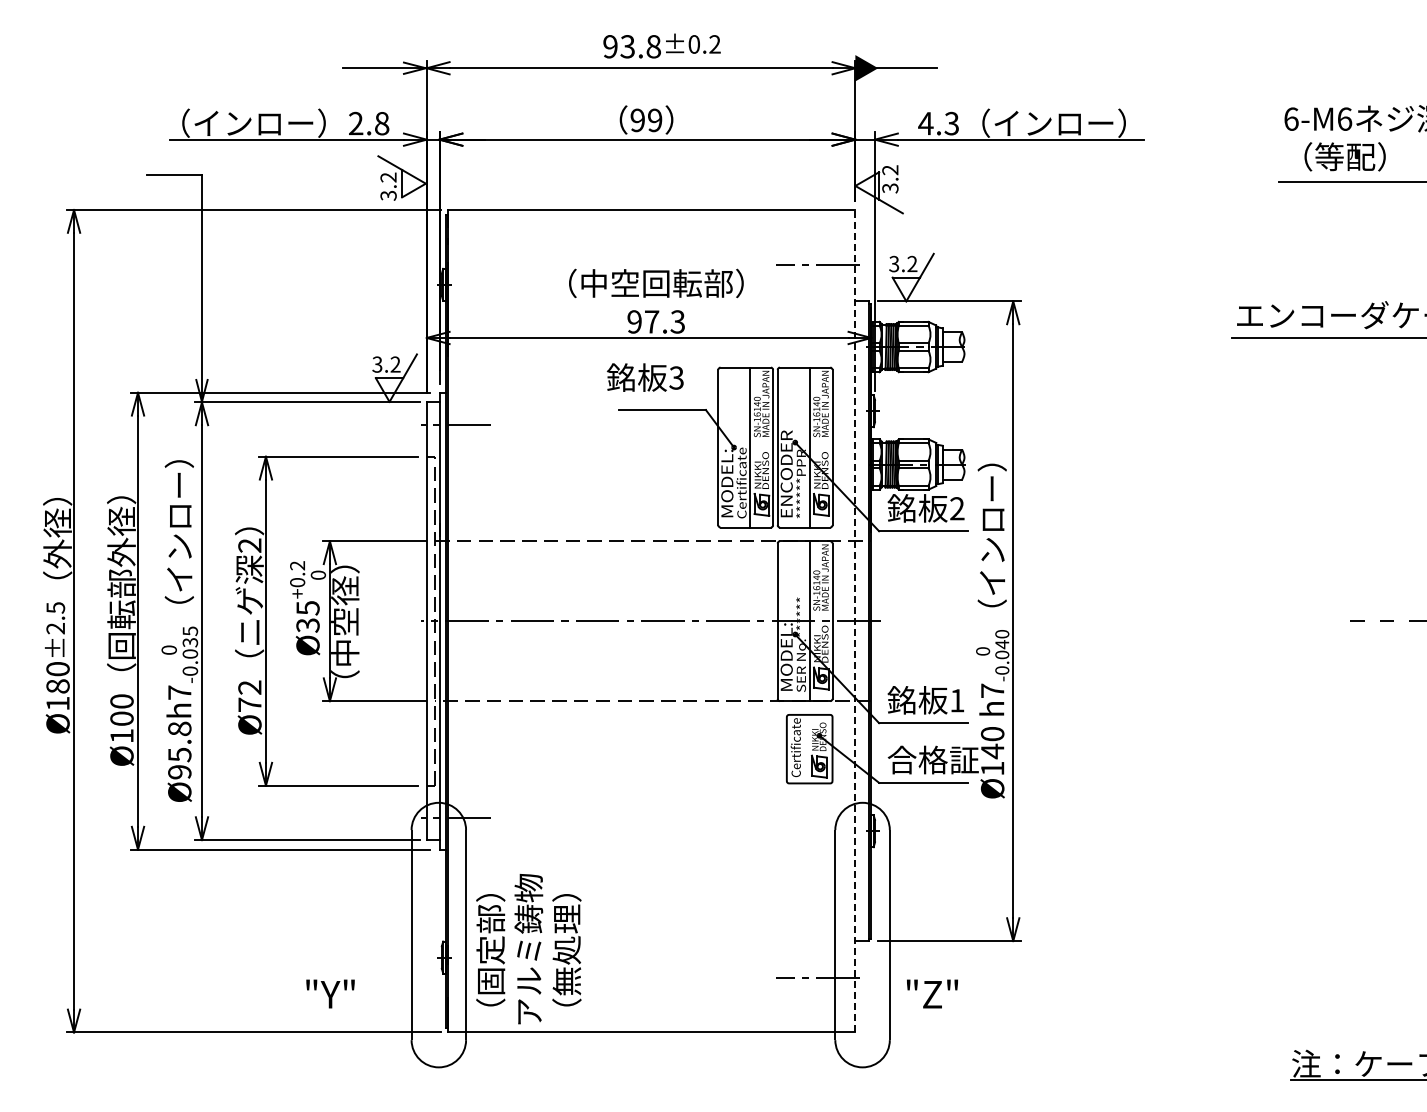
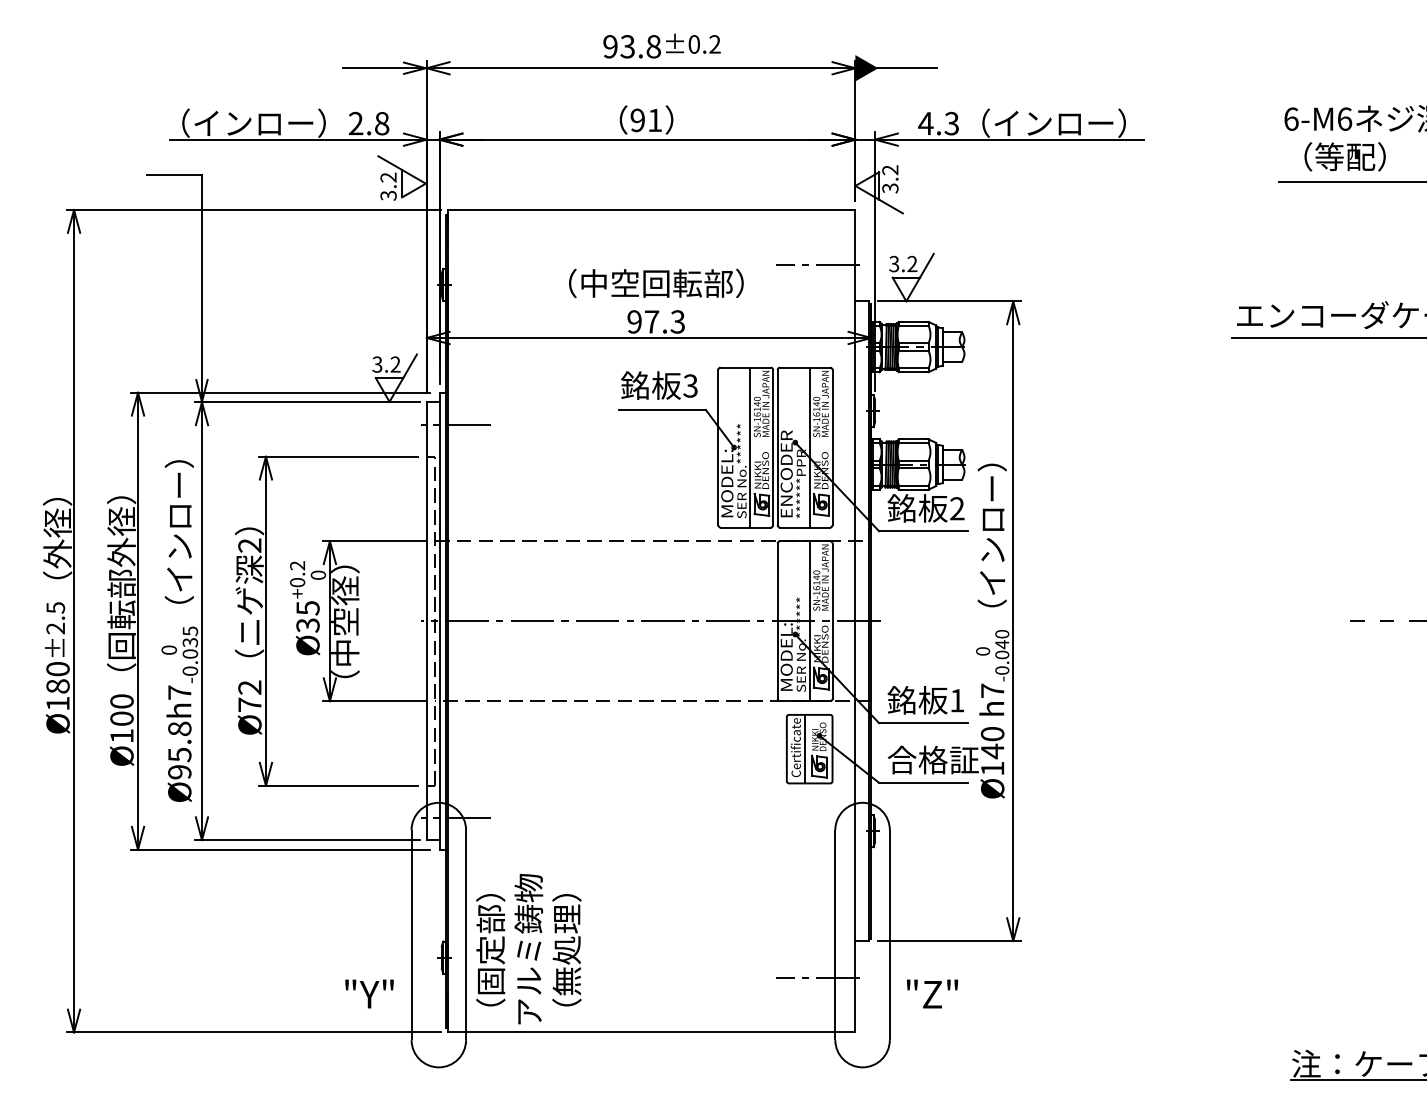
text at (655, 120): 99 -> 91
text at (644, 377) position: (644, 377) -> (658, 385)
text at (741, 471): Certificate -> SER No.******
line at (855, 620): dashed -> solid
line at (805, 748): none -> present
text at (330, 993) position: (330, 993) -> (369, 993)
